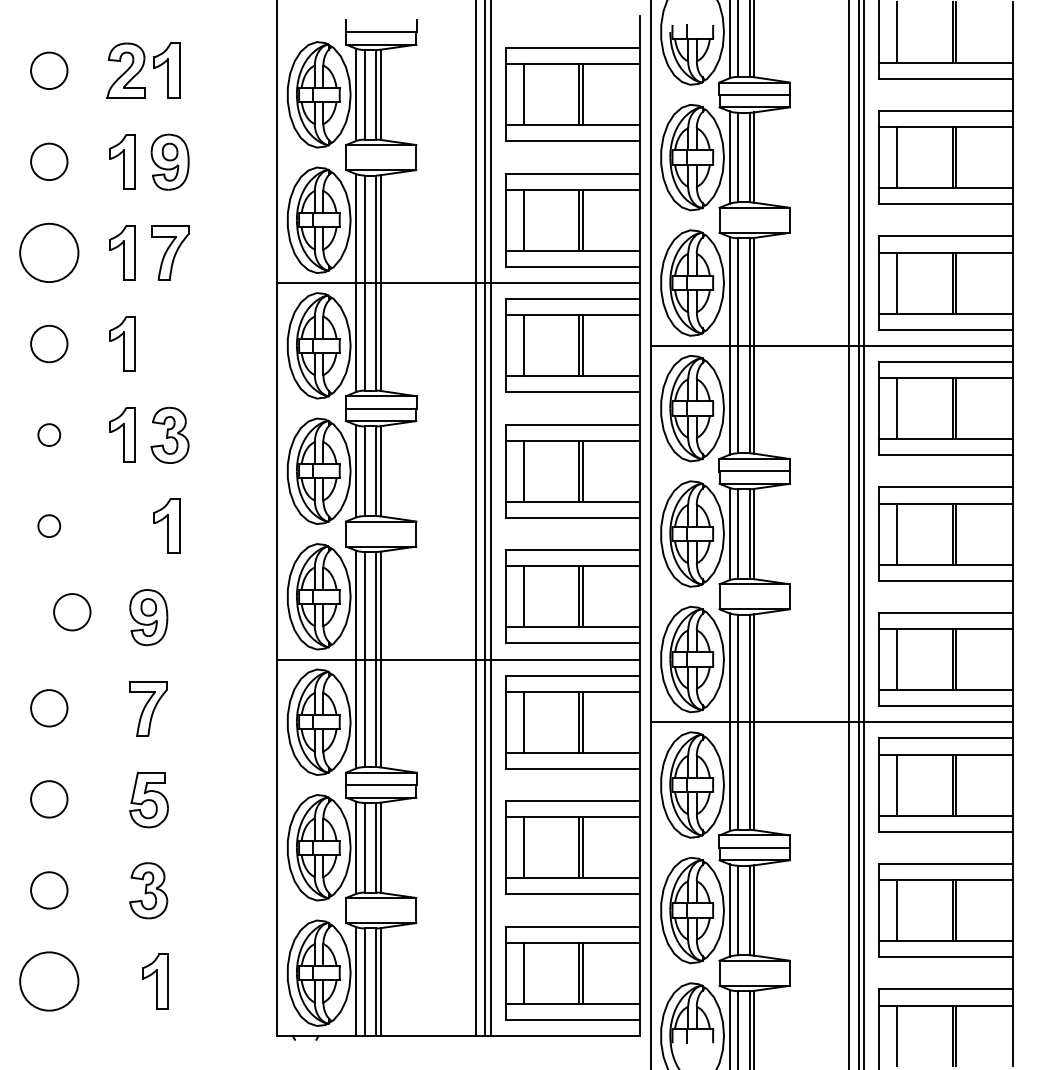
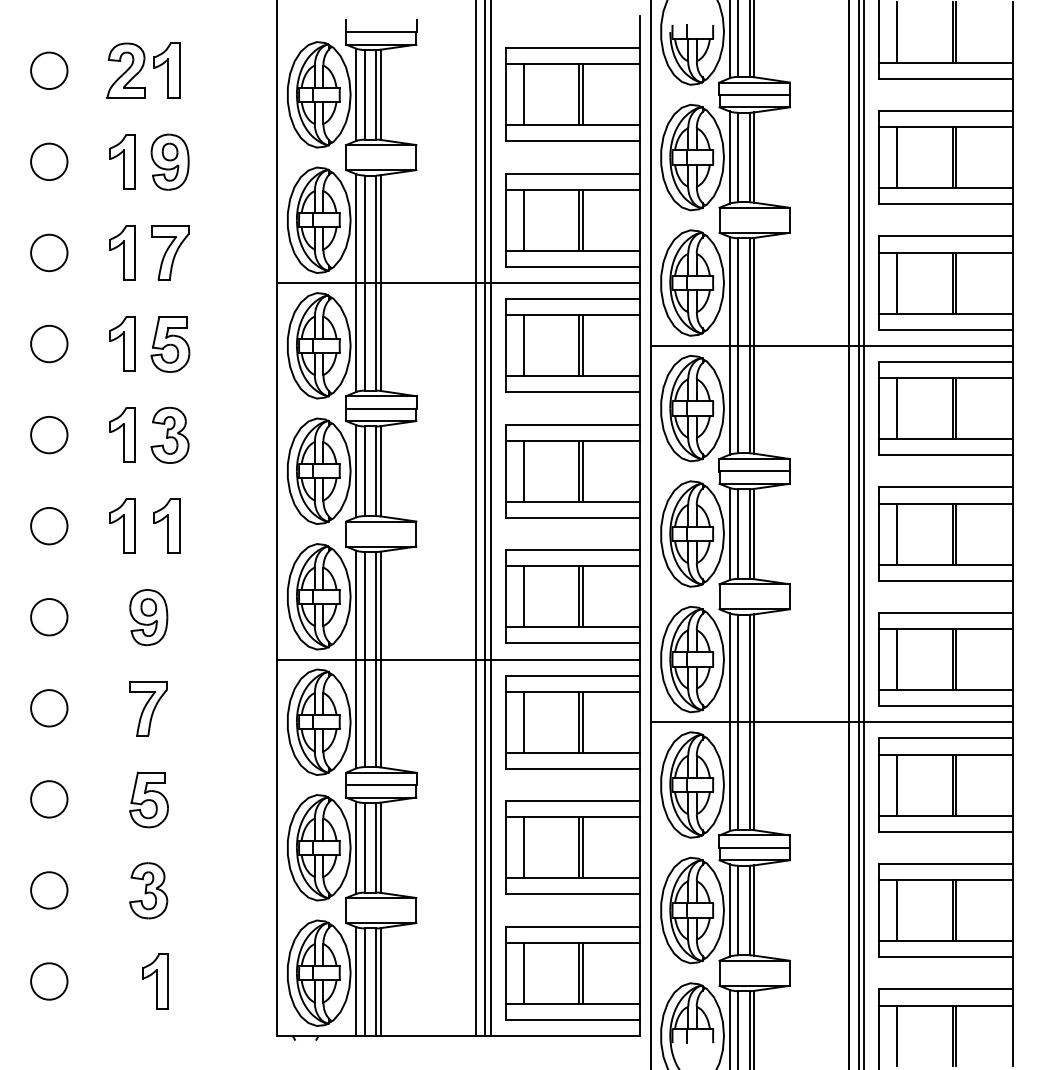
circle at (49, 252) diameter: 58 px -> 36 px
part at (170, 344): none -> present
circle at (49, 435) diameter: 22 px -> 36 px
part at (122, 525): none -> present
circle at (49, 526) diameter: 22 px -> 36 px
circle at (72, 612) position: (72, 612) -> (49, 617)
circle at (49, 981) diameter: 58 px -> 36 px
